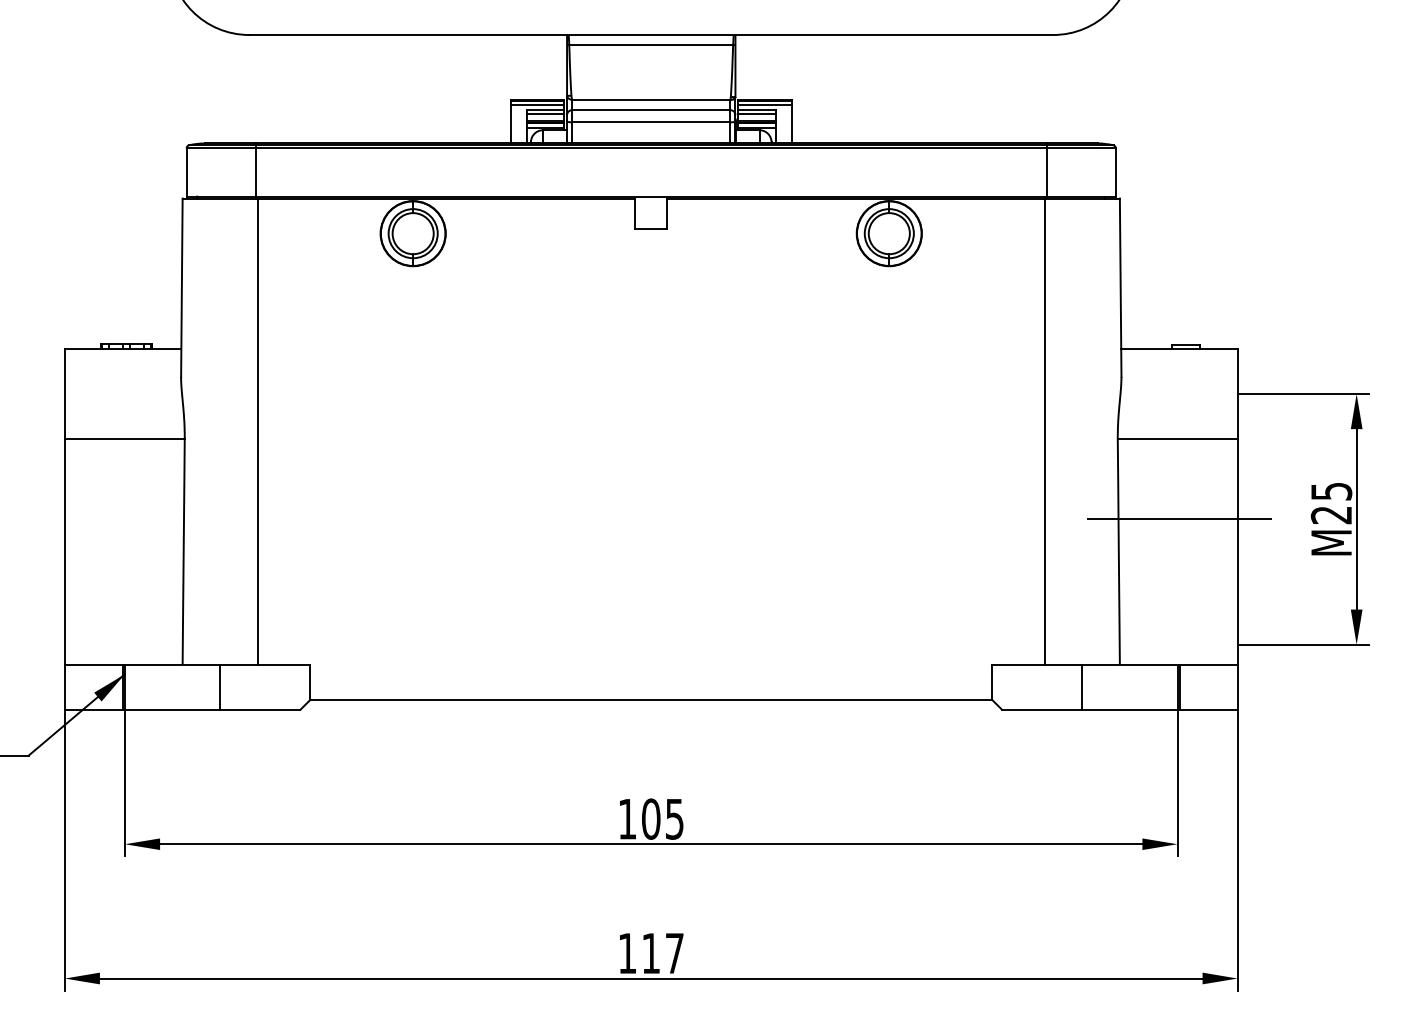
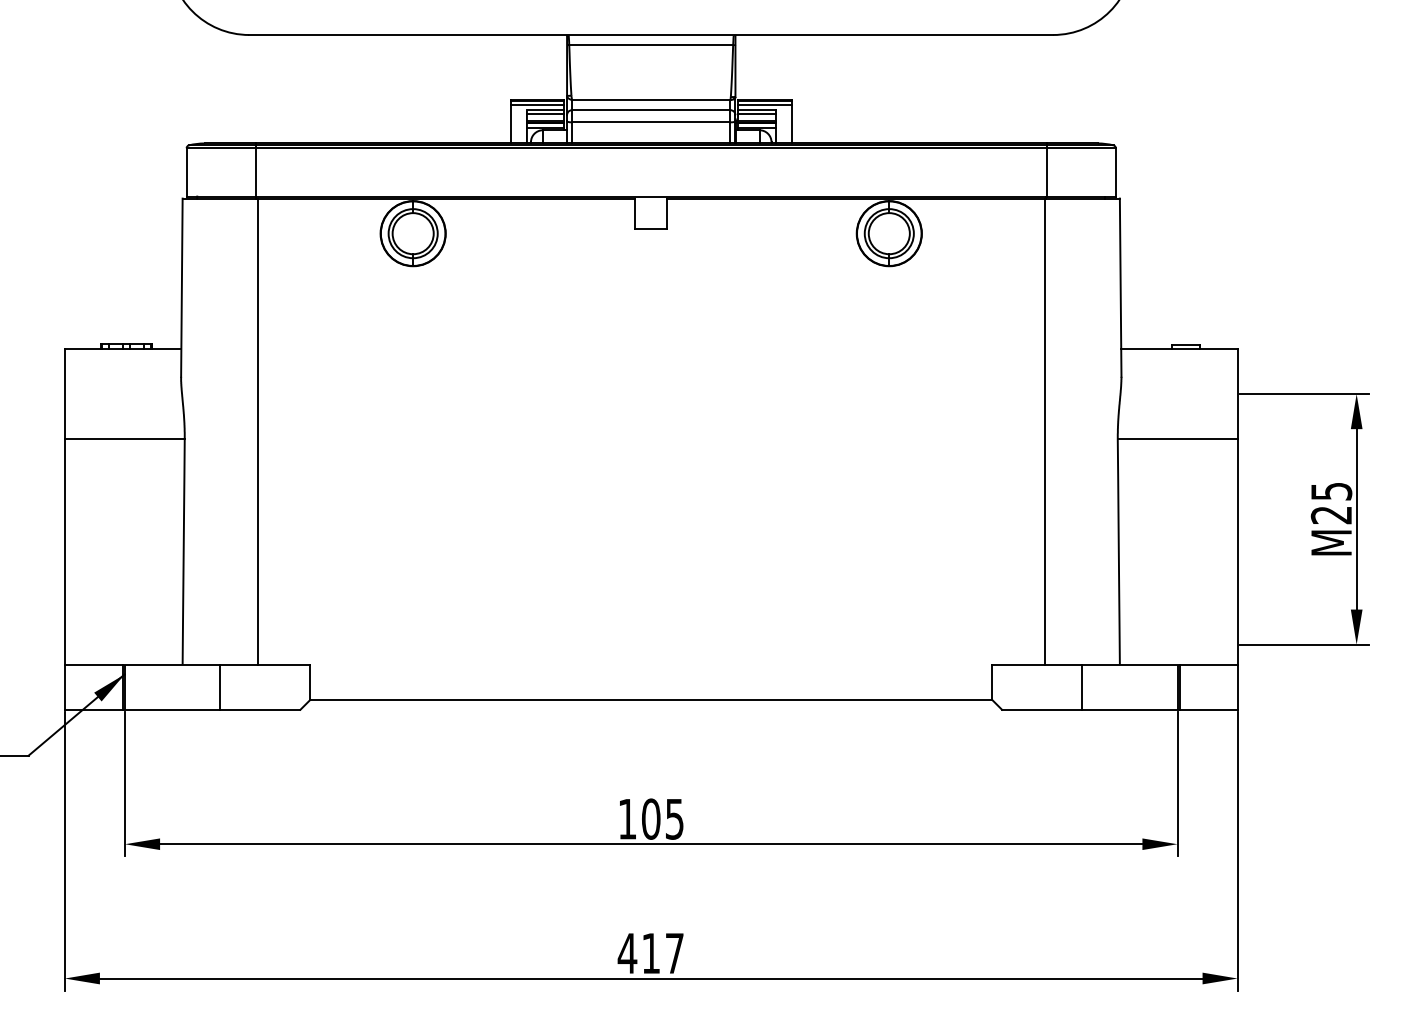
line at (1178, 519): present -> none
text at (627, 953): 117 -> 417
